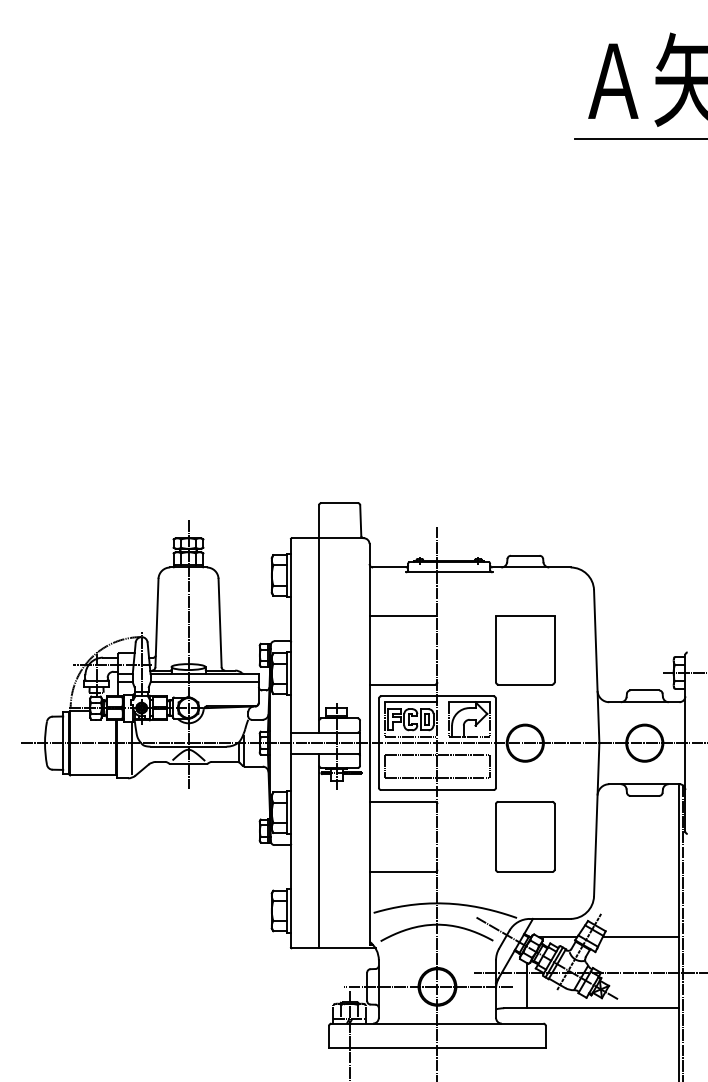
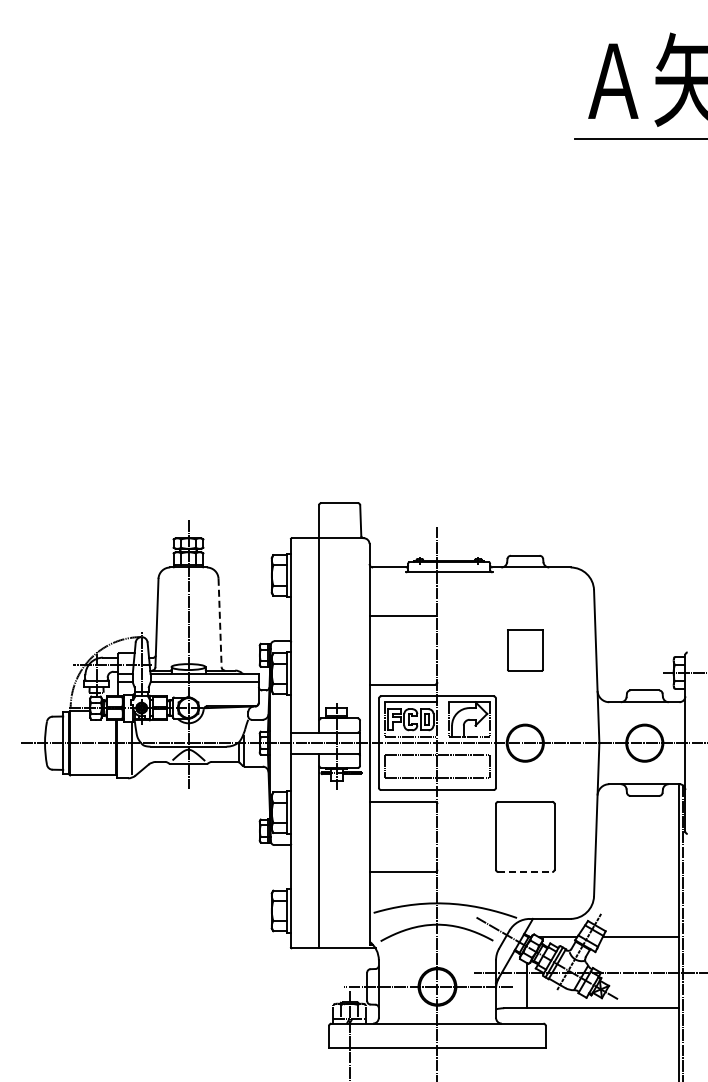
line at (220, 623): solid -> dashed
part at (525, 650) size: 61x71 px -> 37x43 px
line at (525, 872): solid -> dashed
